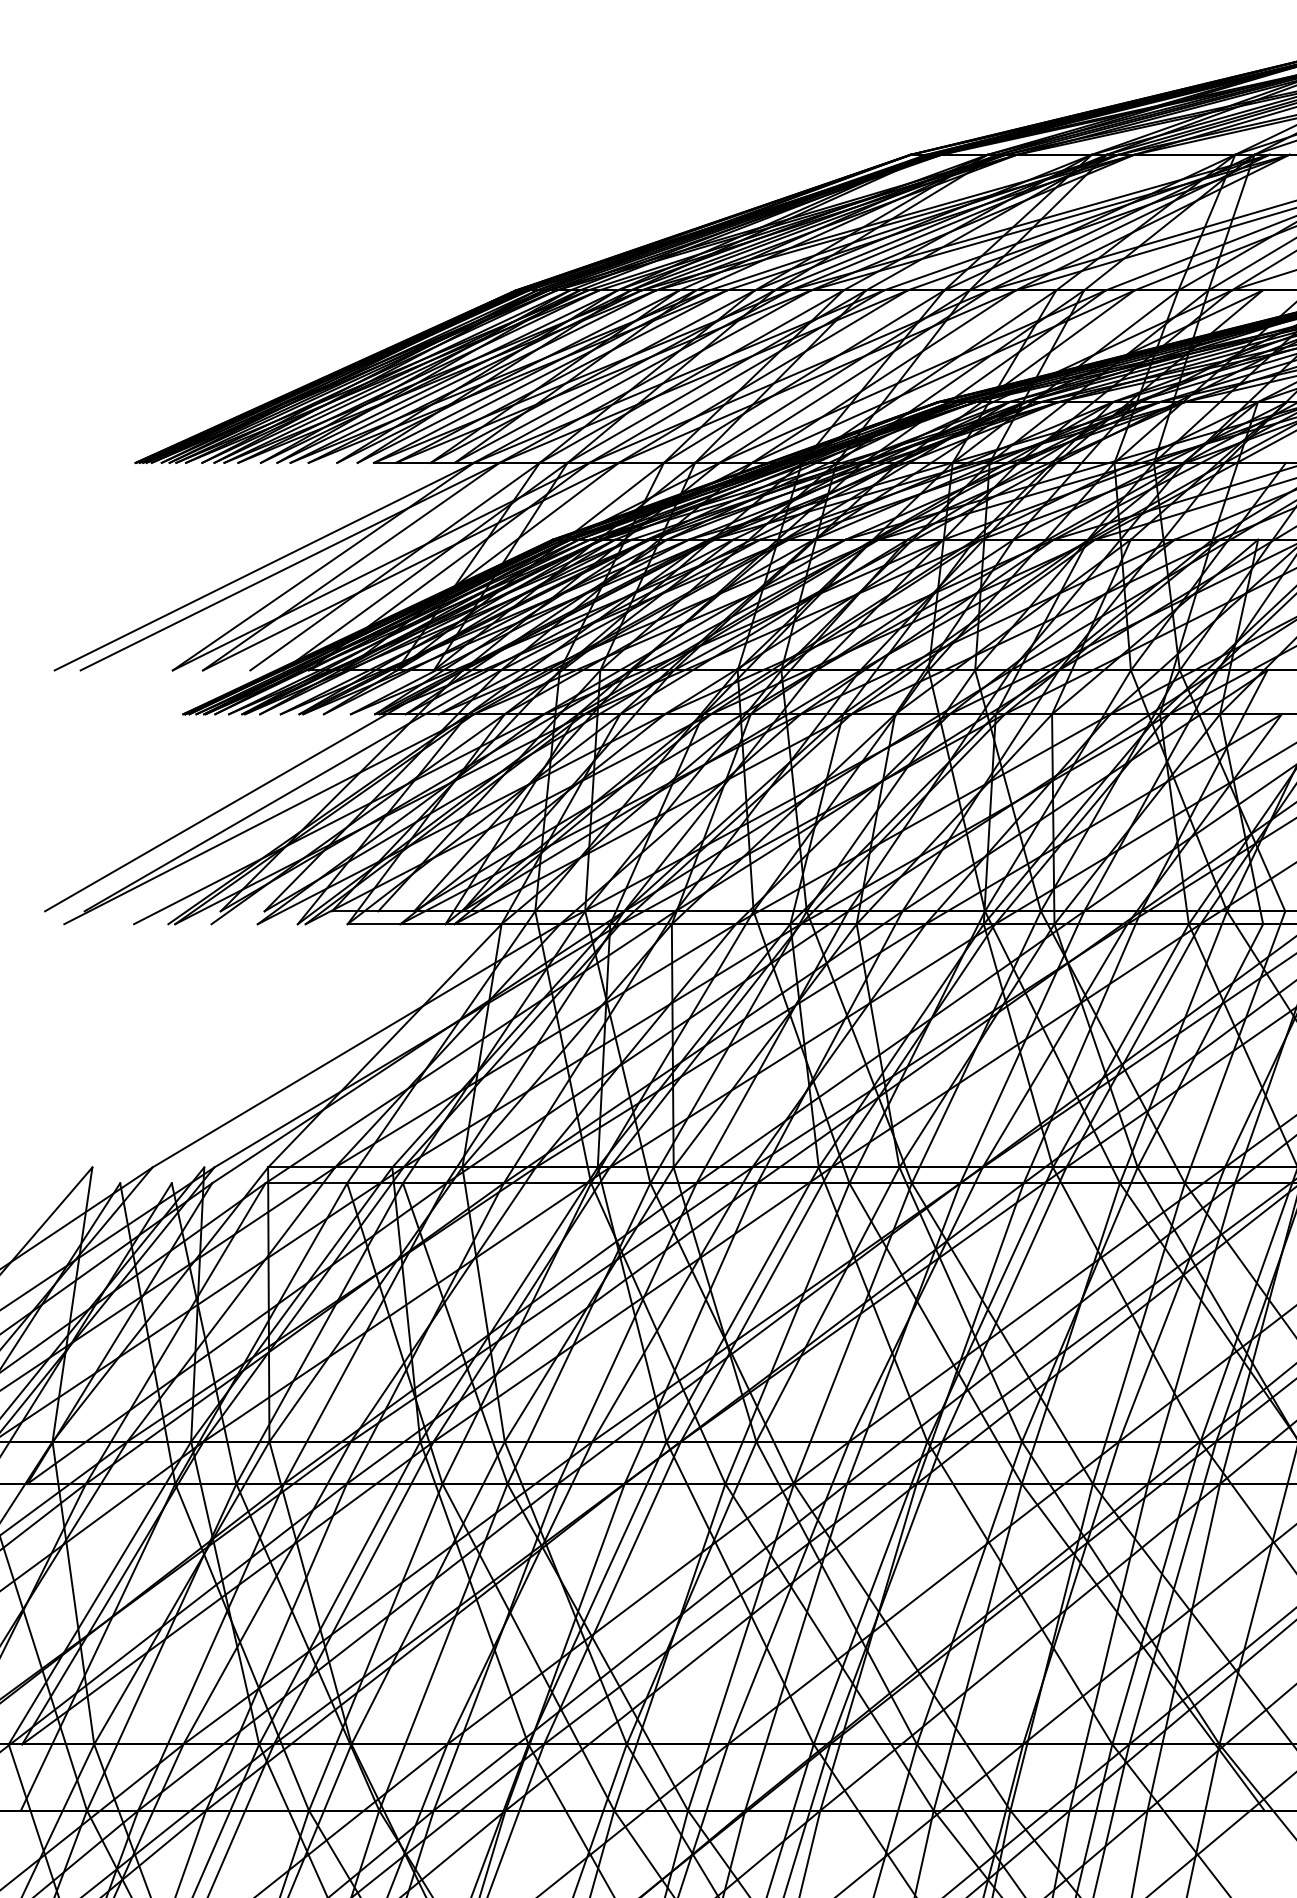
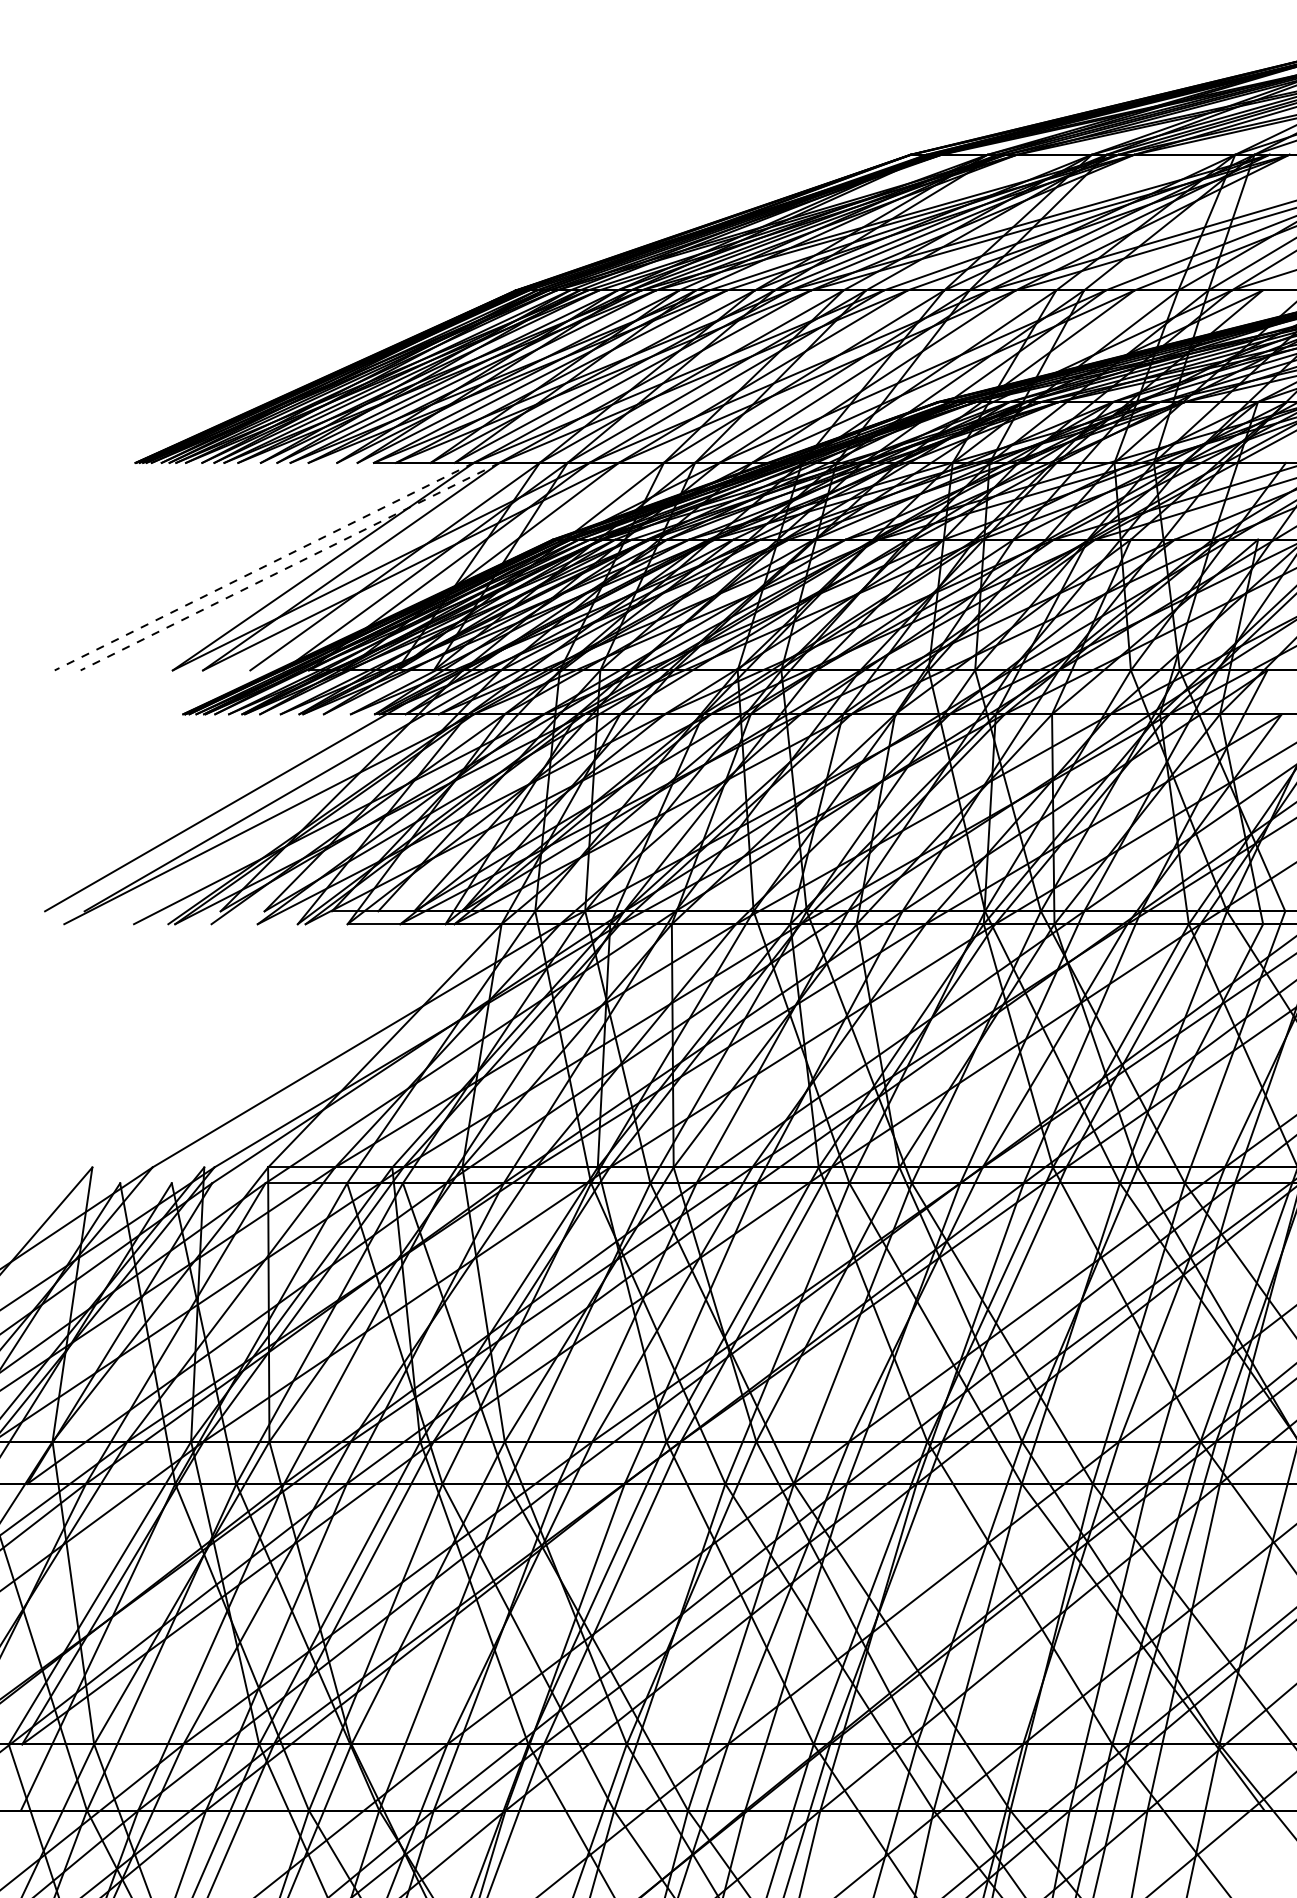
line at (264, 566): solid -> dashed
line at (290, 566): solid -> dashed
